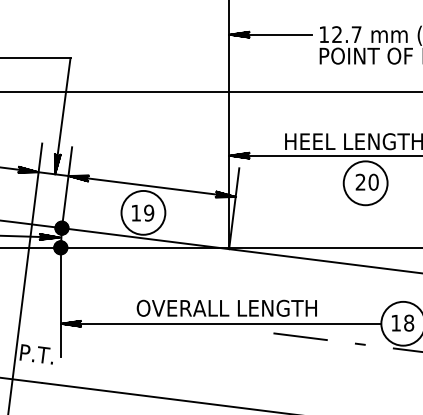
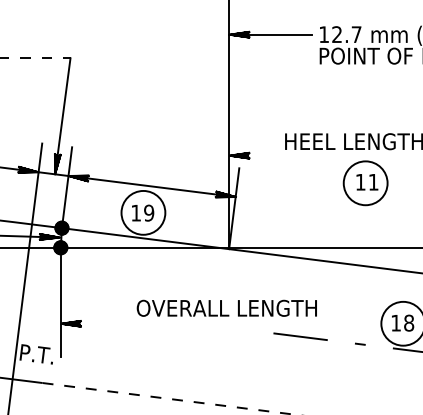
line at (35, 58): solid -> dashed
line at (210, 91): present -> none
line at (324, 155): present -> none
text at (366, 181): 20 -> 11
line at (220, 323): present -> none
line at (169, 398): solid -> dashed
